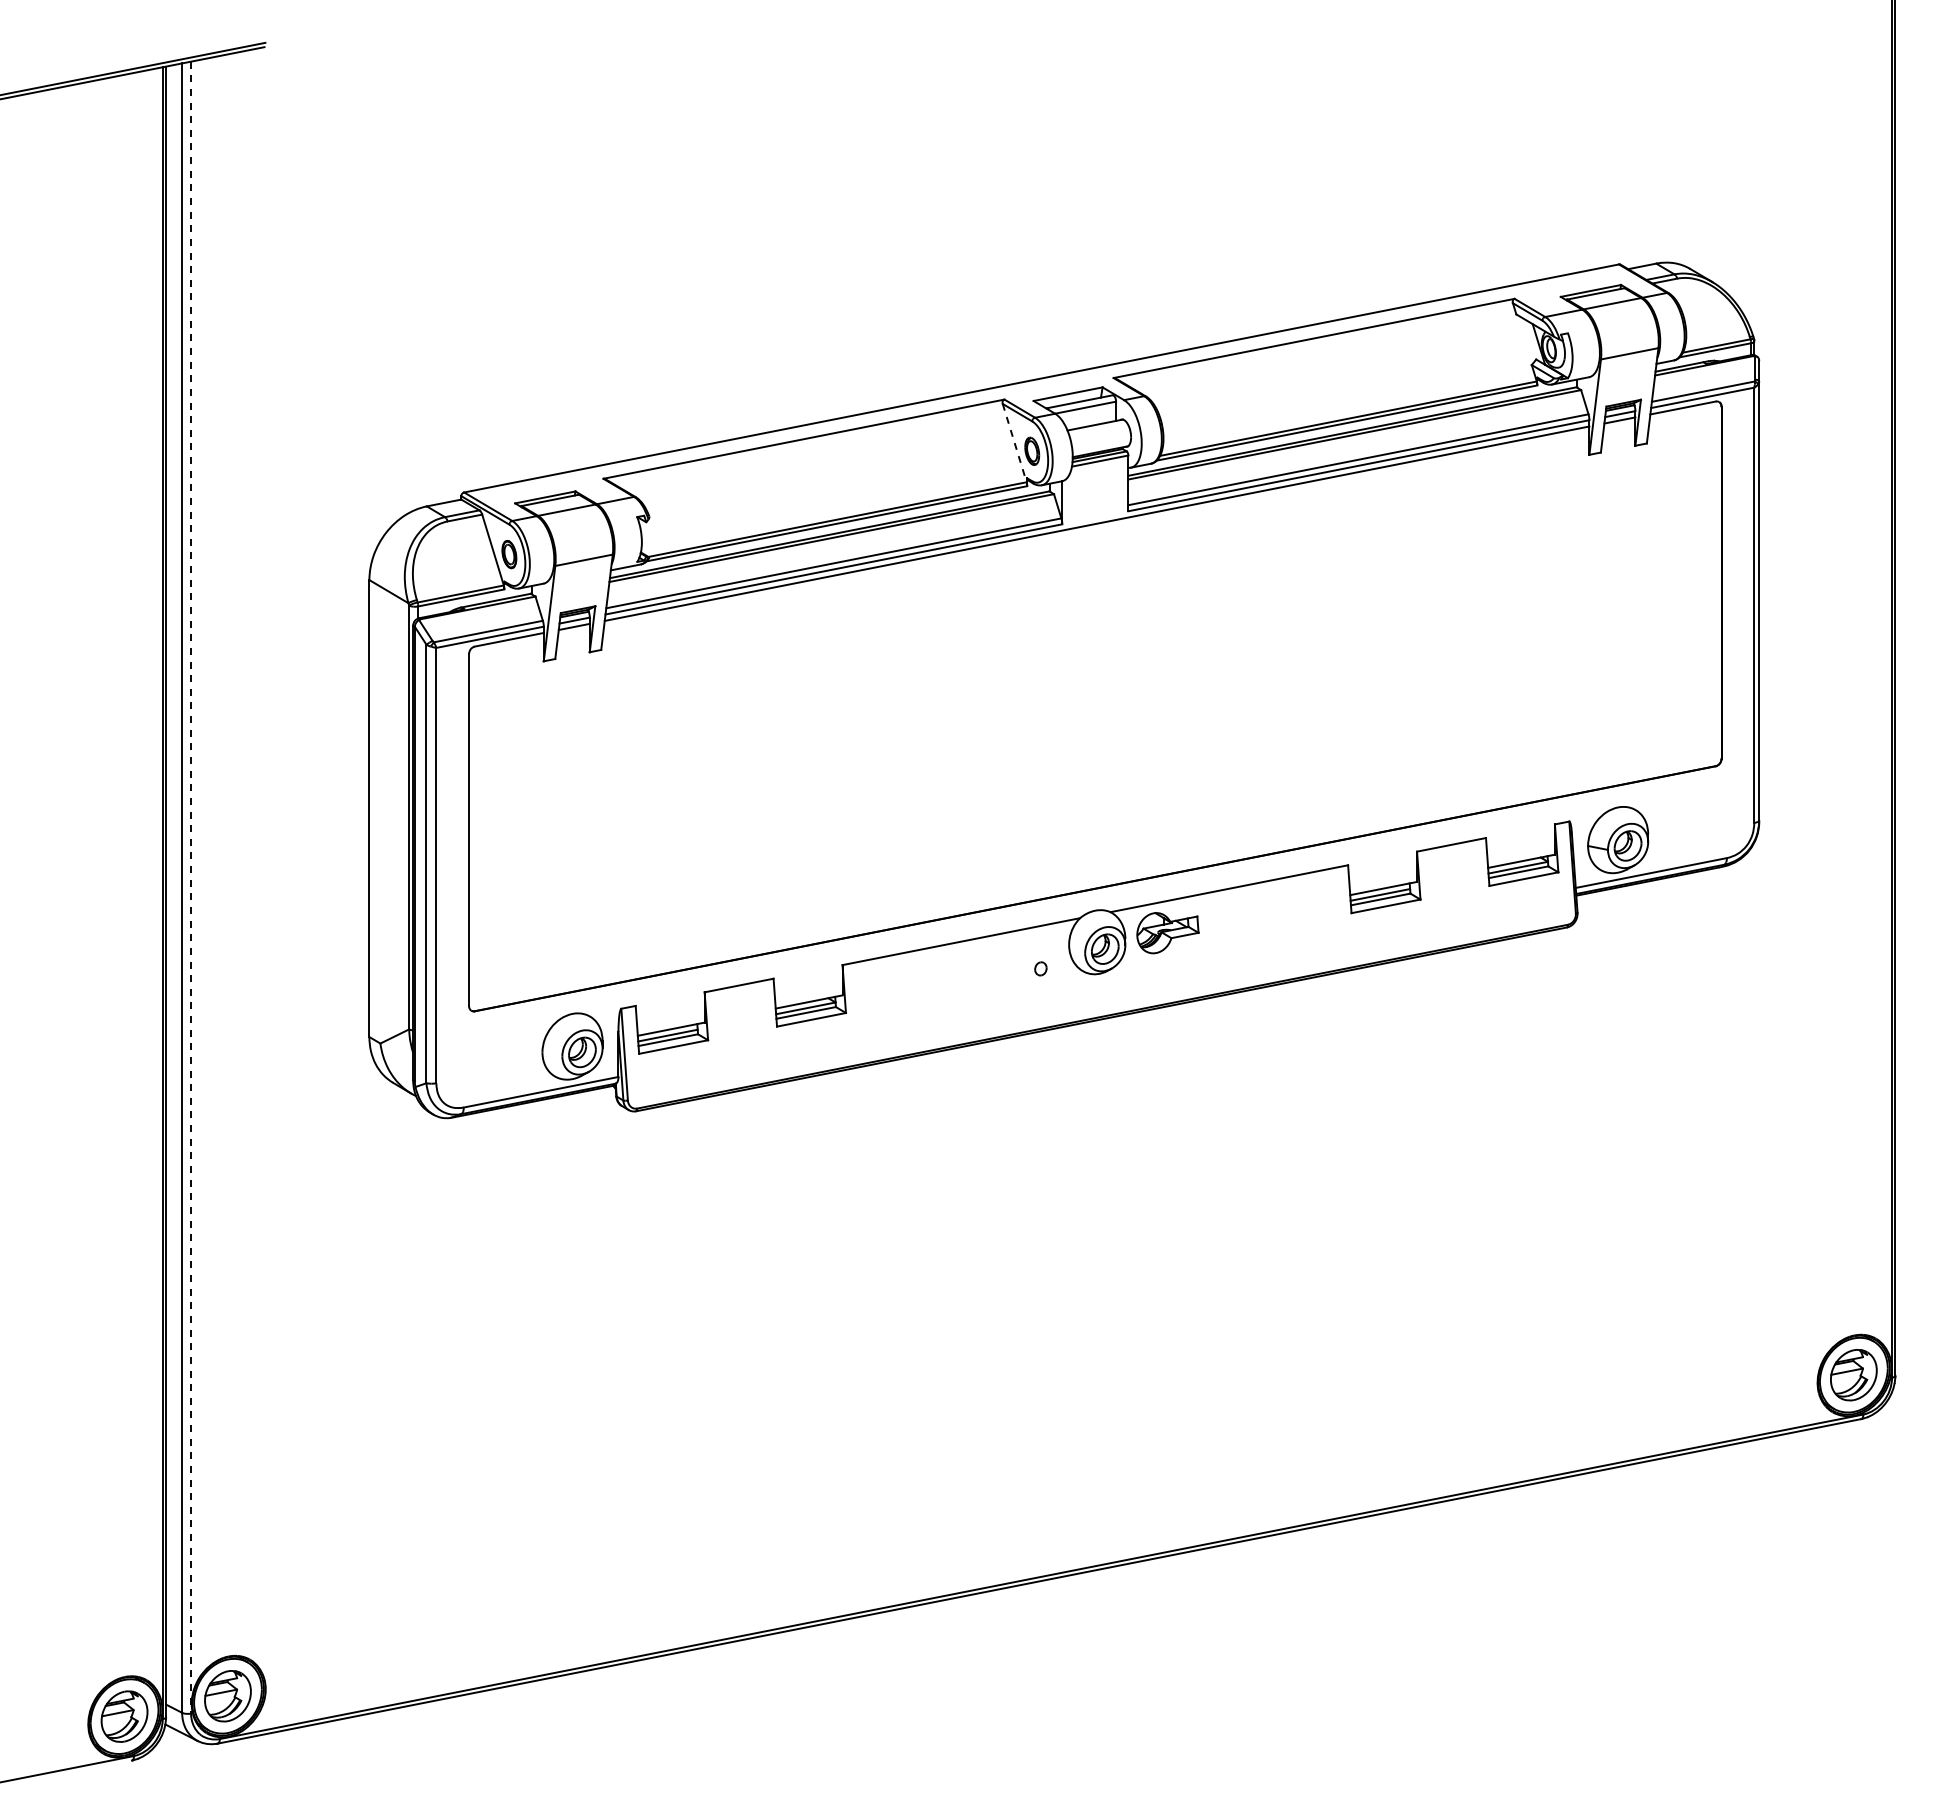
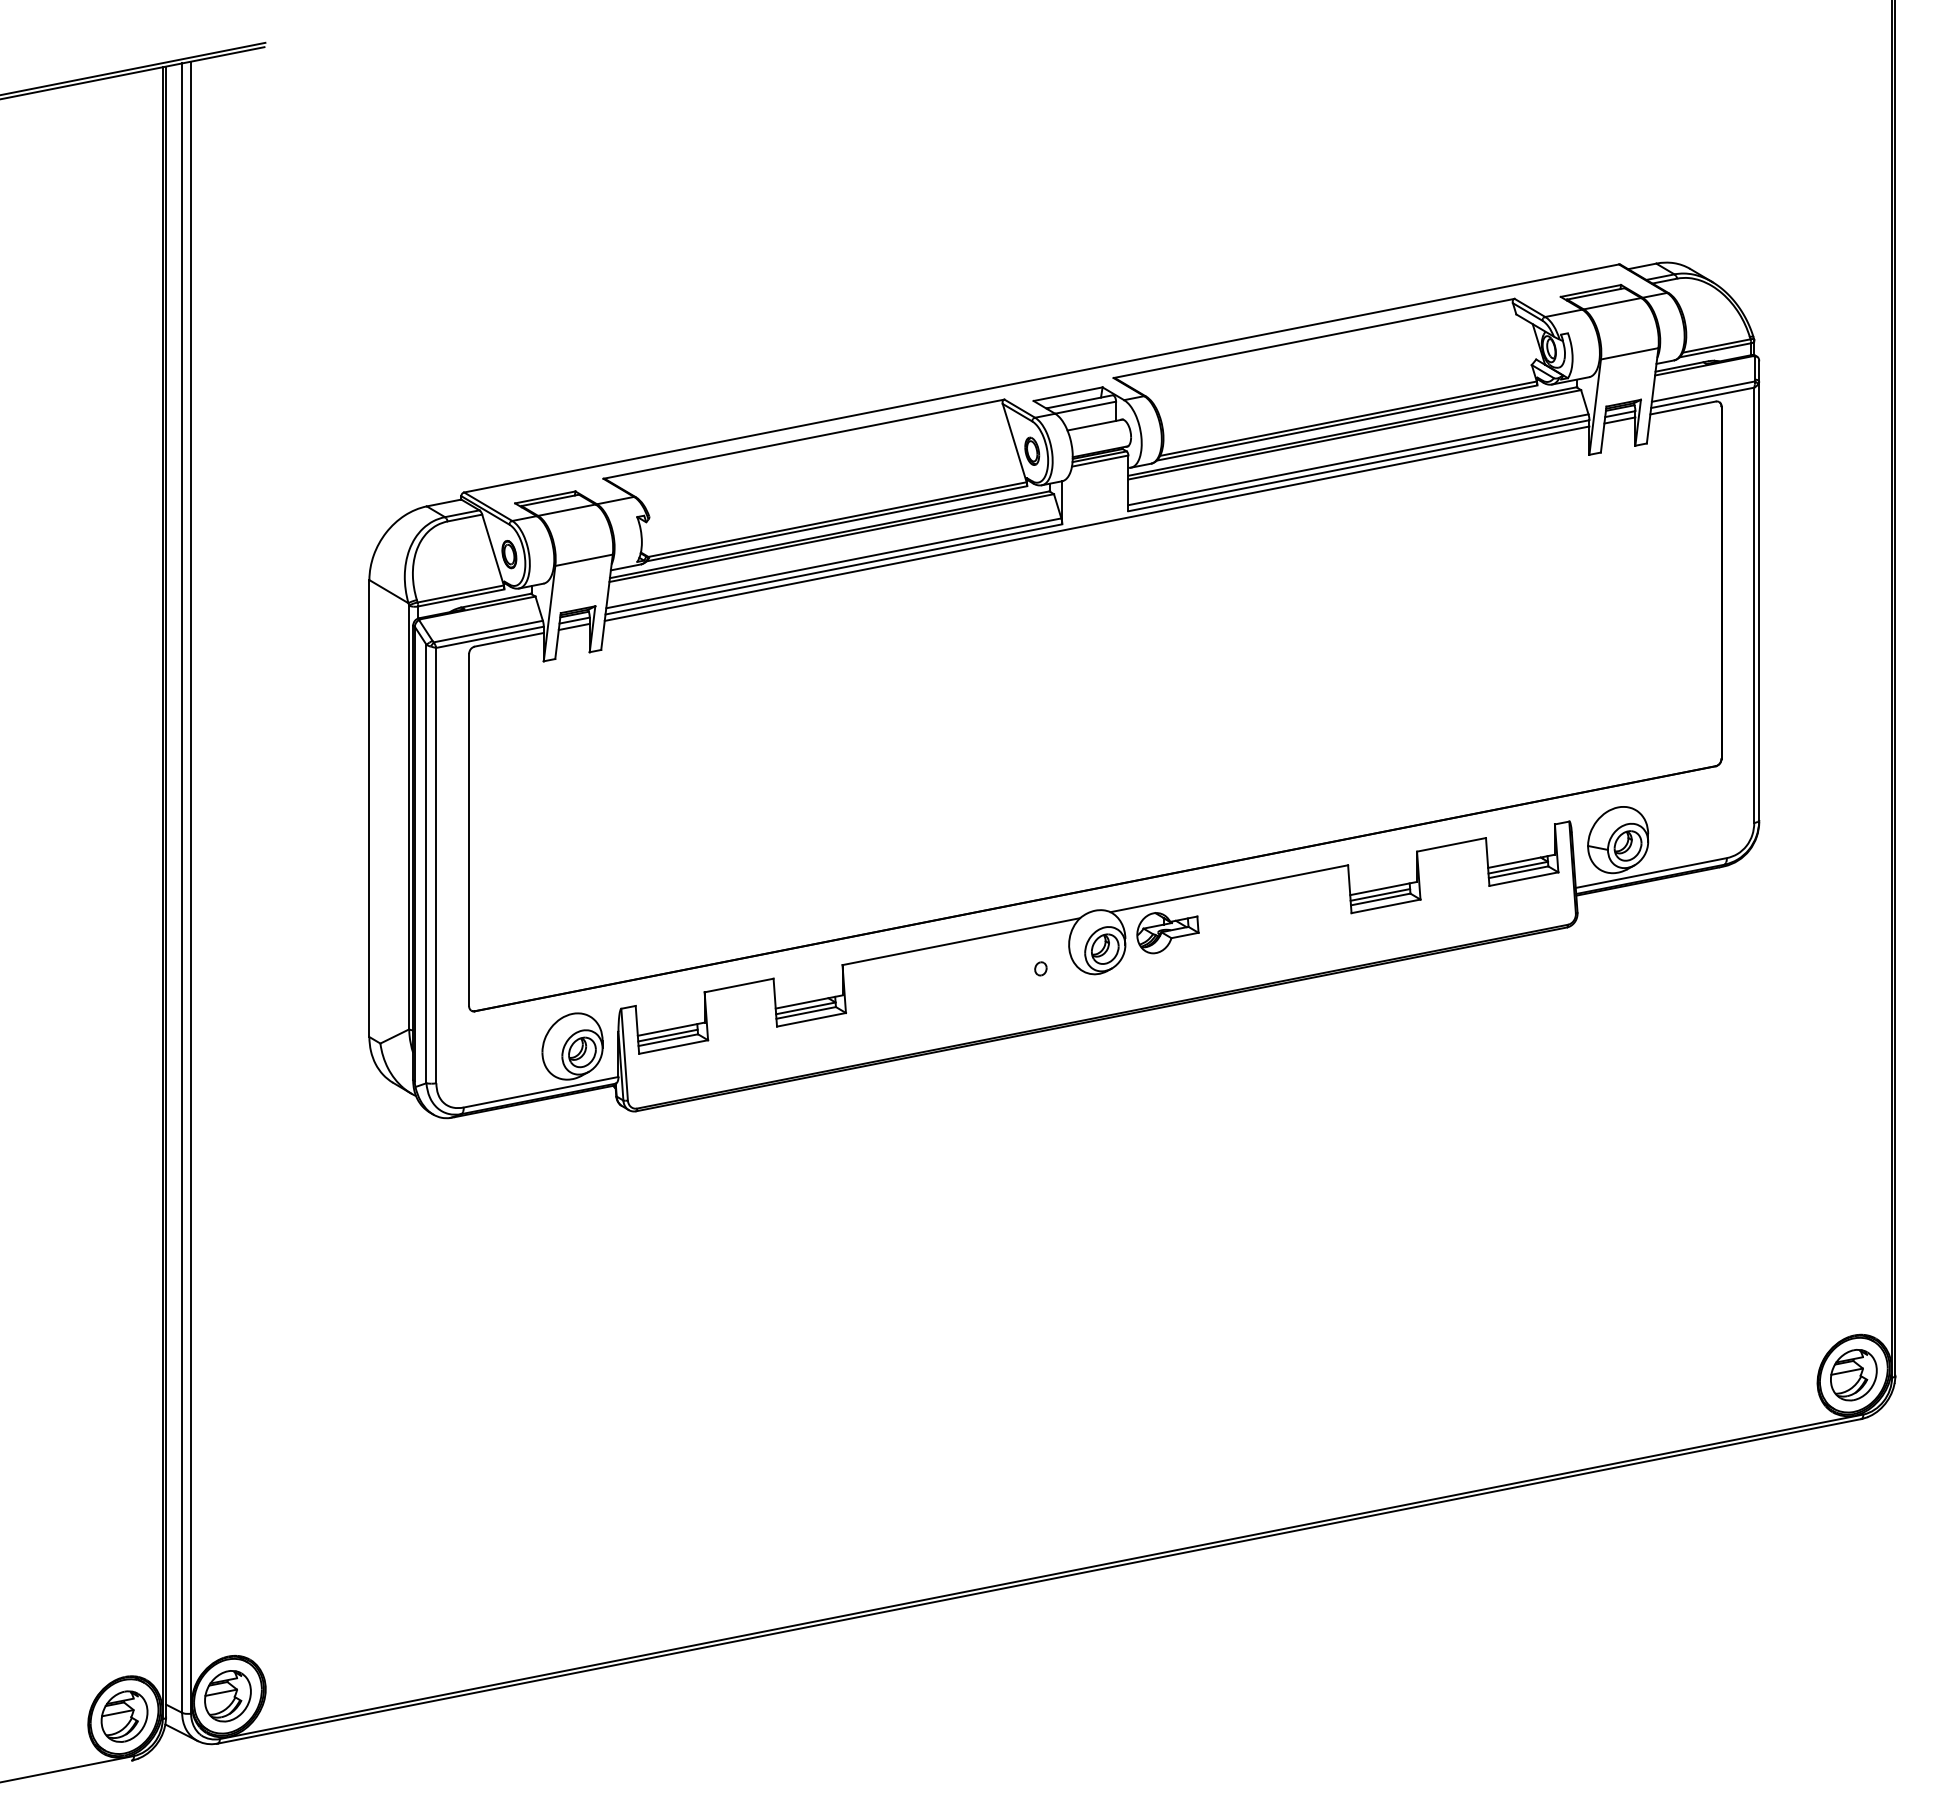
line at (1014, 443): dashed -> solid
line at (191, 887): dashed -> solid
